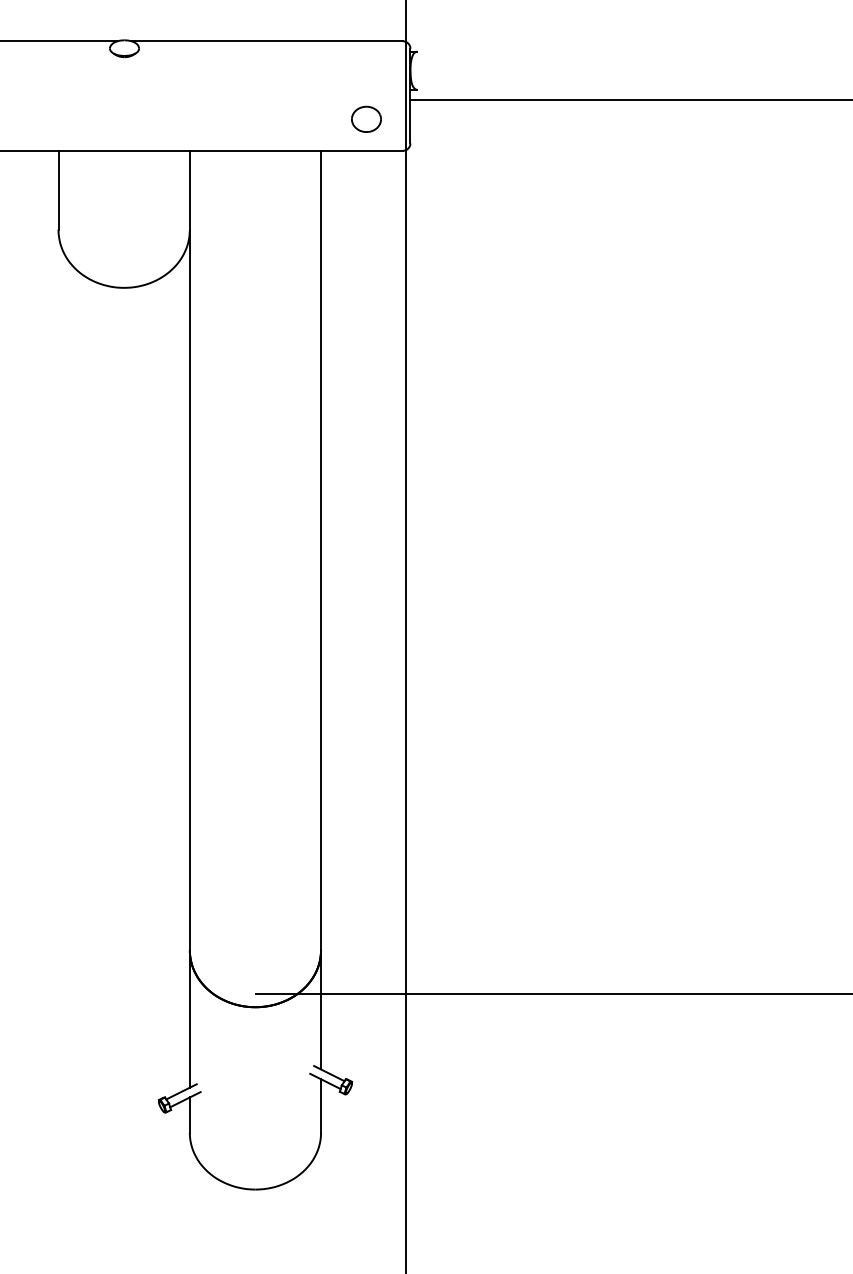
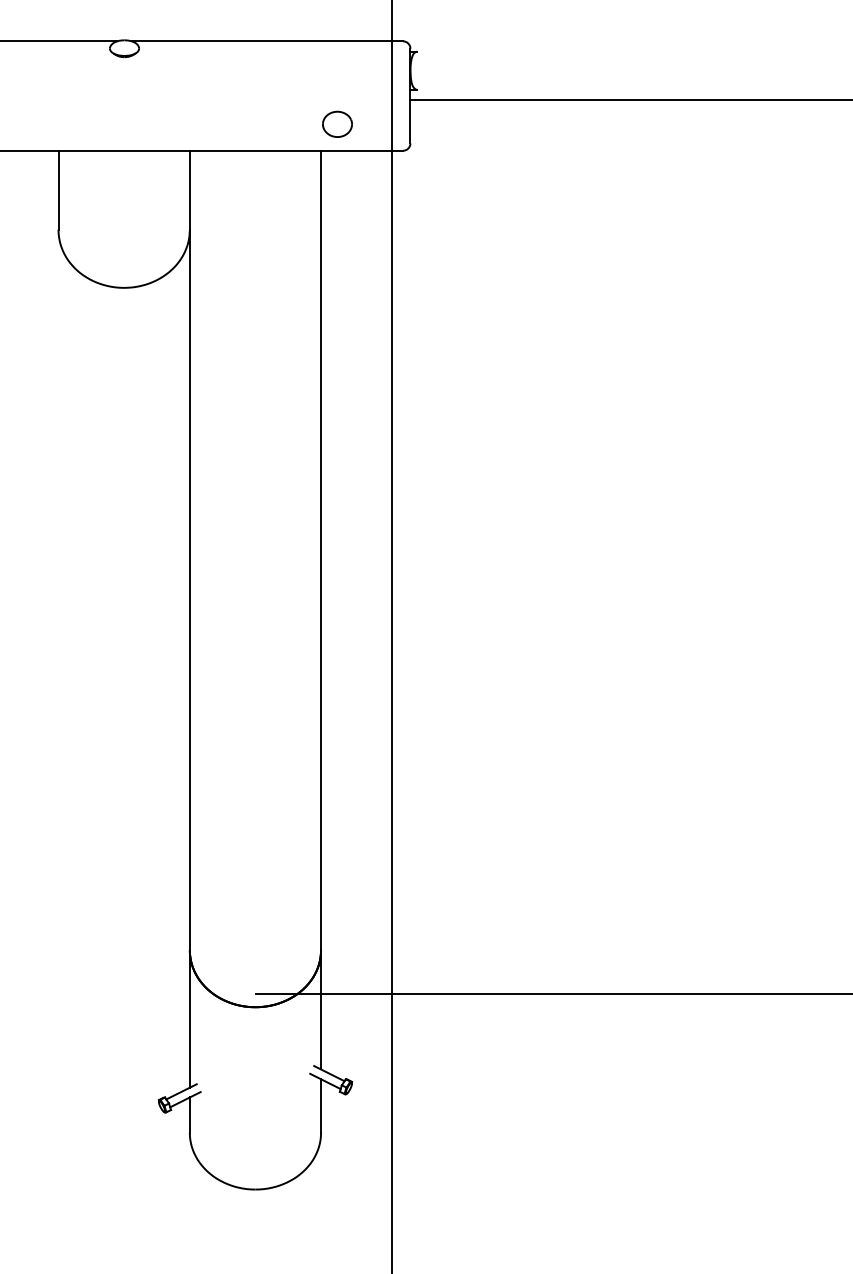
part at (366, 118) position: (366, 118) -> (337, 123)
line at (405, 636) position: (405, 636) -> (391, 636)
